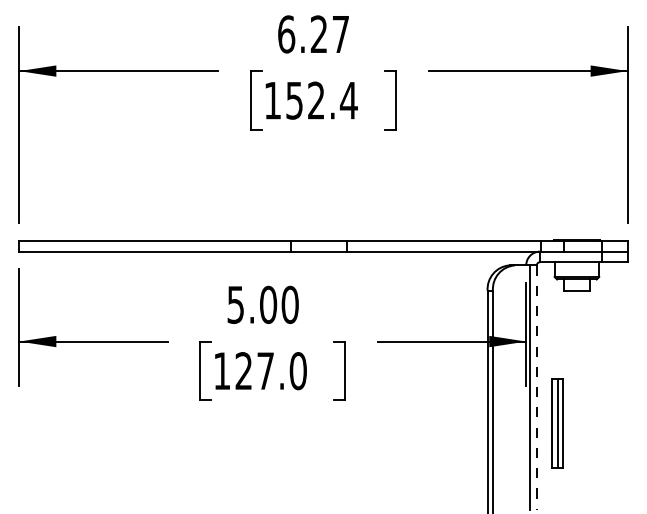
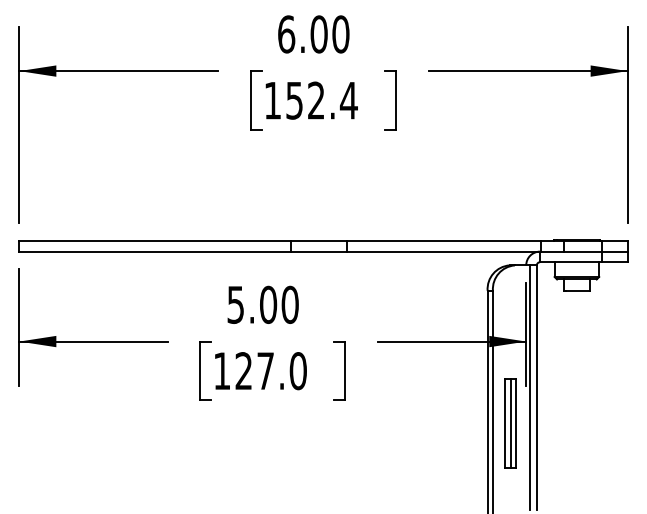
text at (329, 34): 6.27 -> 6.00
line at (536, 388): dashed -> solid
part at (557, 423) position: (557, 423) -> (510, 423)
